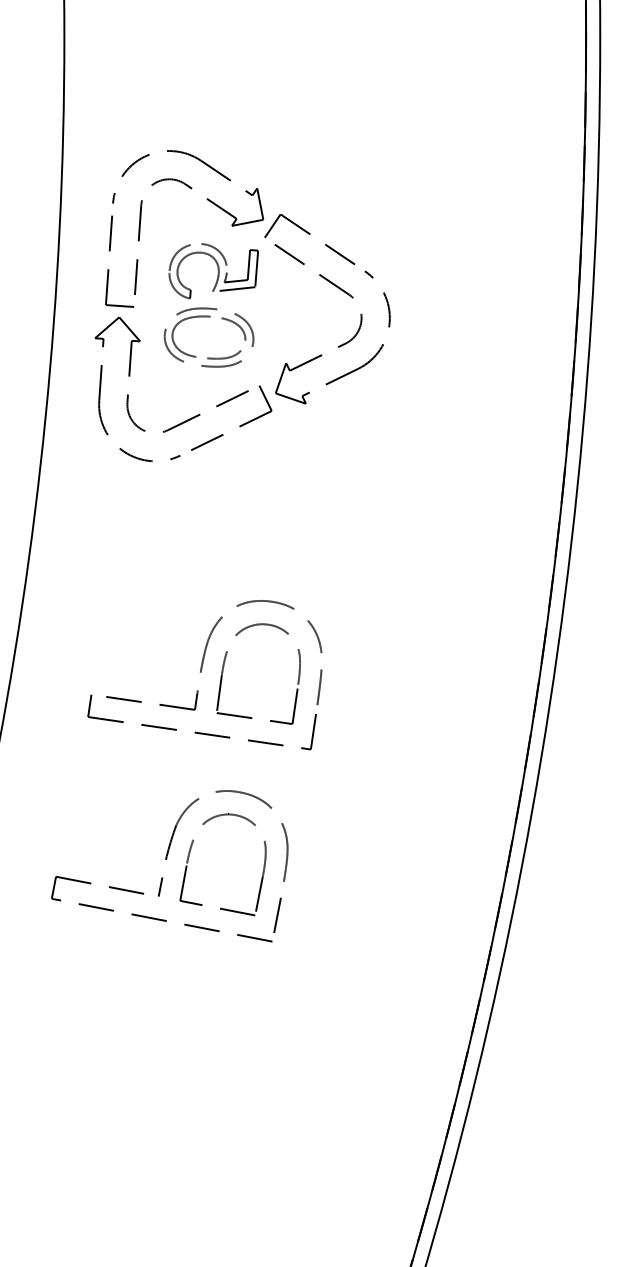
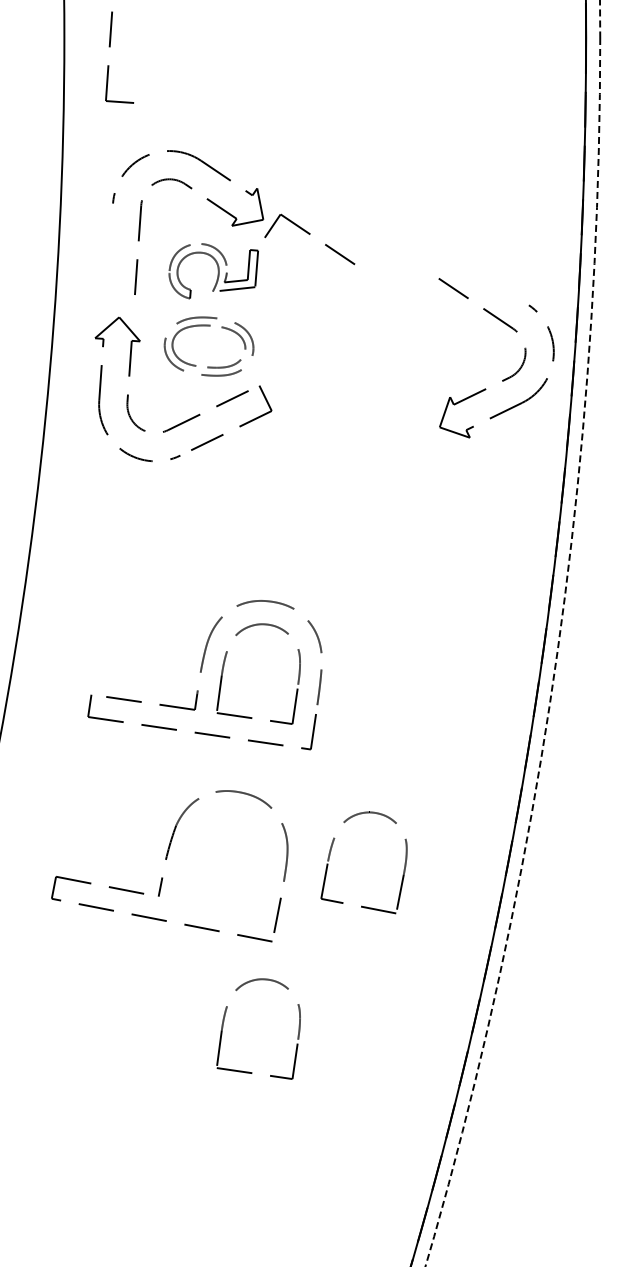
part at (109, 269) position: (109, 269) -> (109, 65)
part at (208, 317) position: (208, 317) -> (208, 326)
part at (341, 344) position: (341, 344) -> (505, 378)
circle at (512, 633): solid -> dashed
part at (189, 857) position: (189, 857) -> (330, 855)
part at (224, 1021): none -> present
